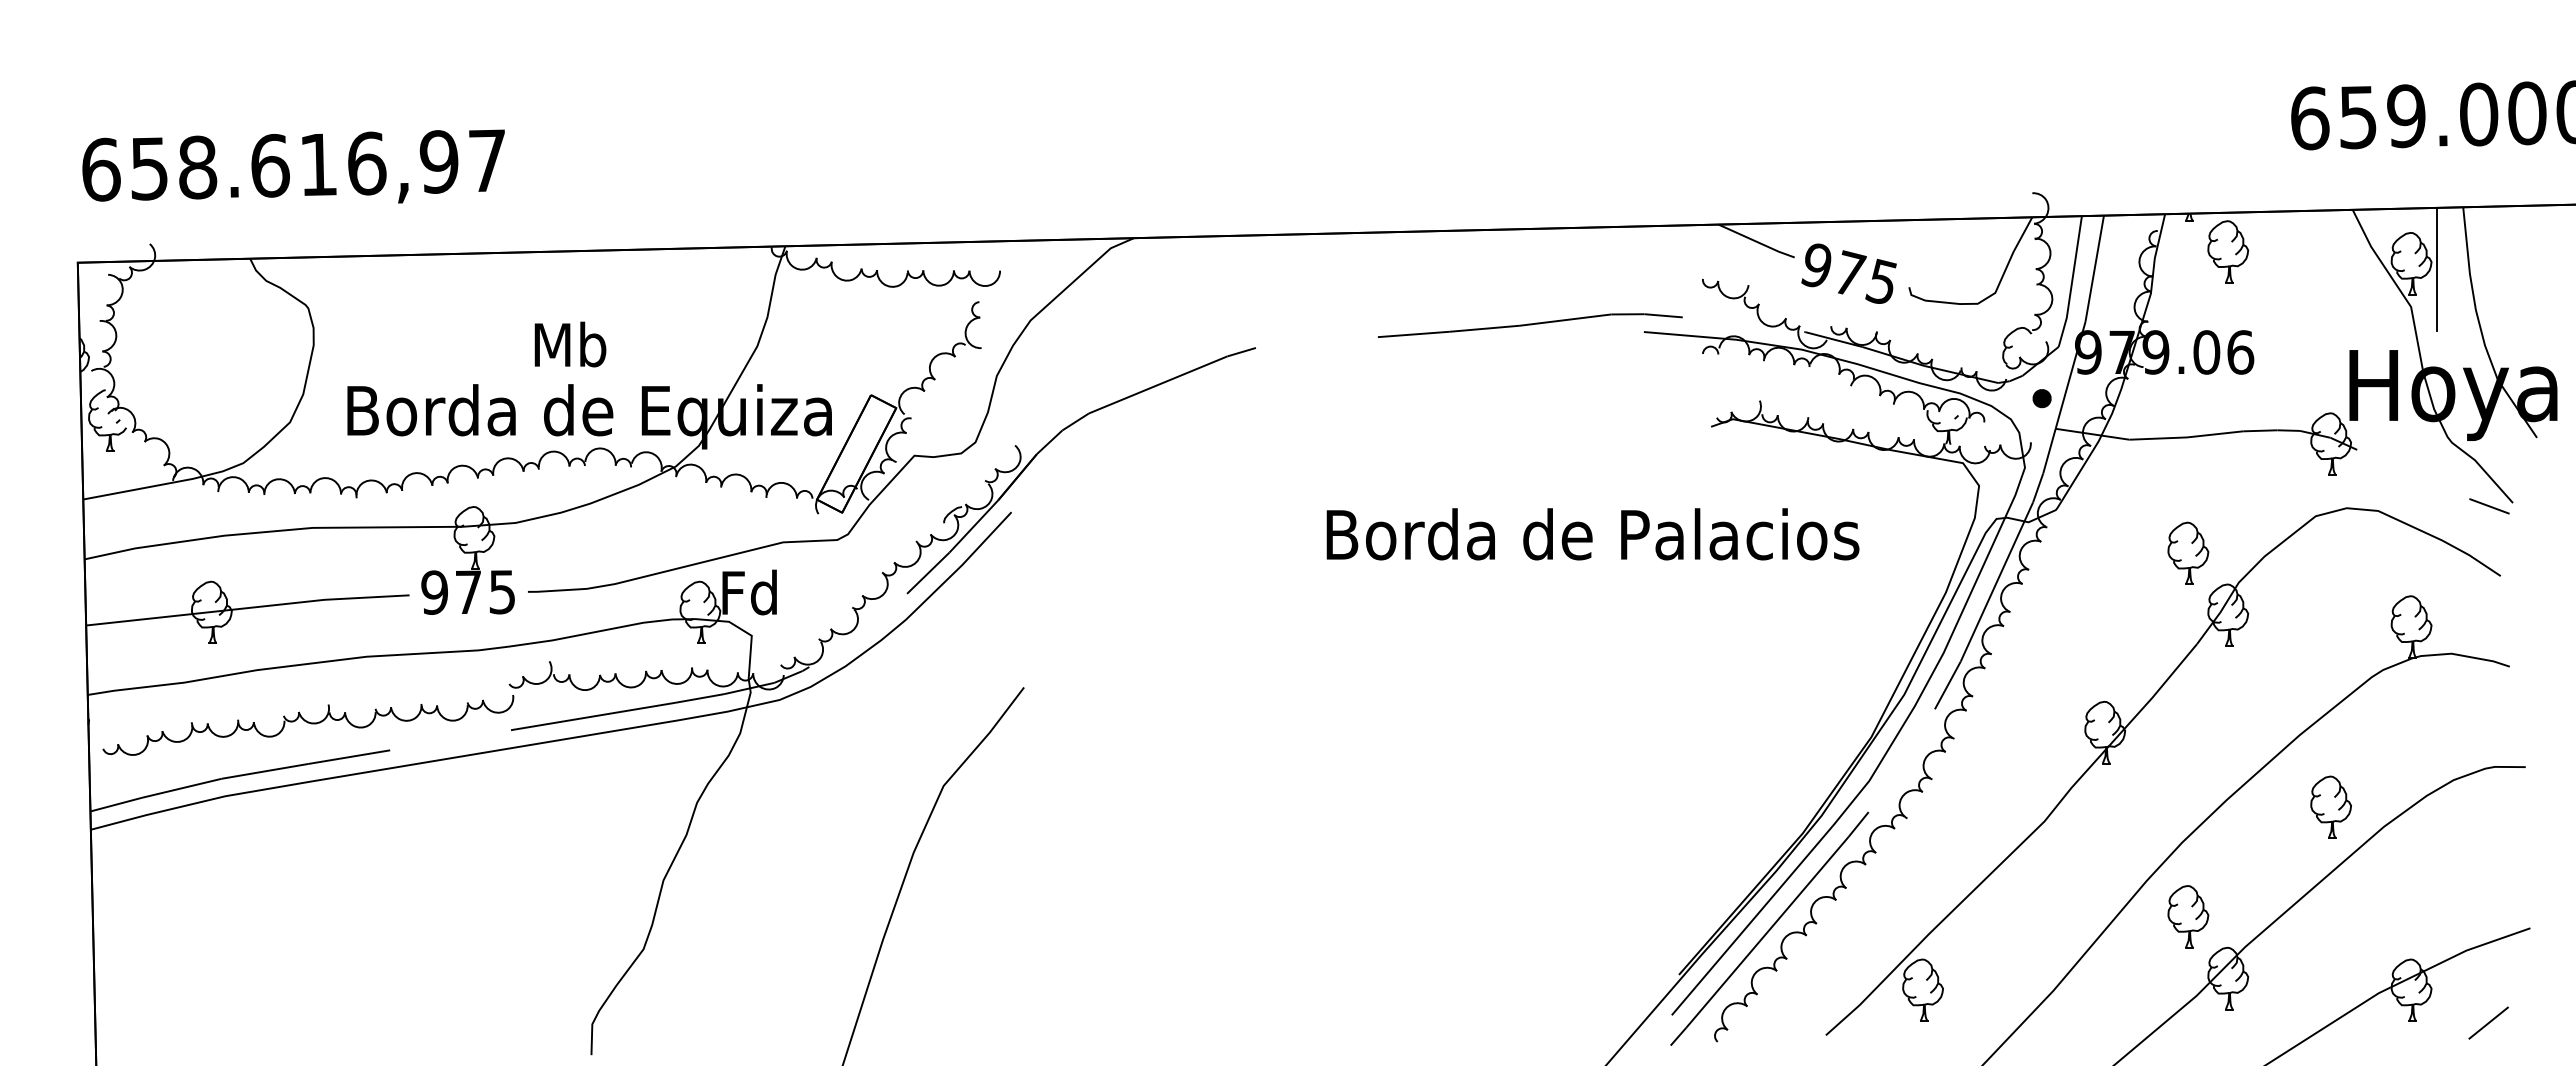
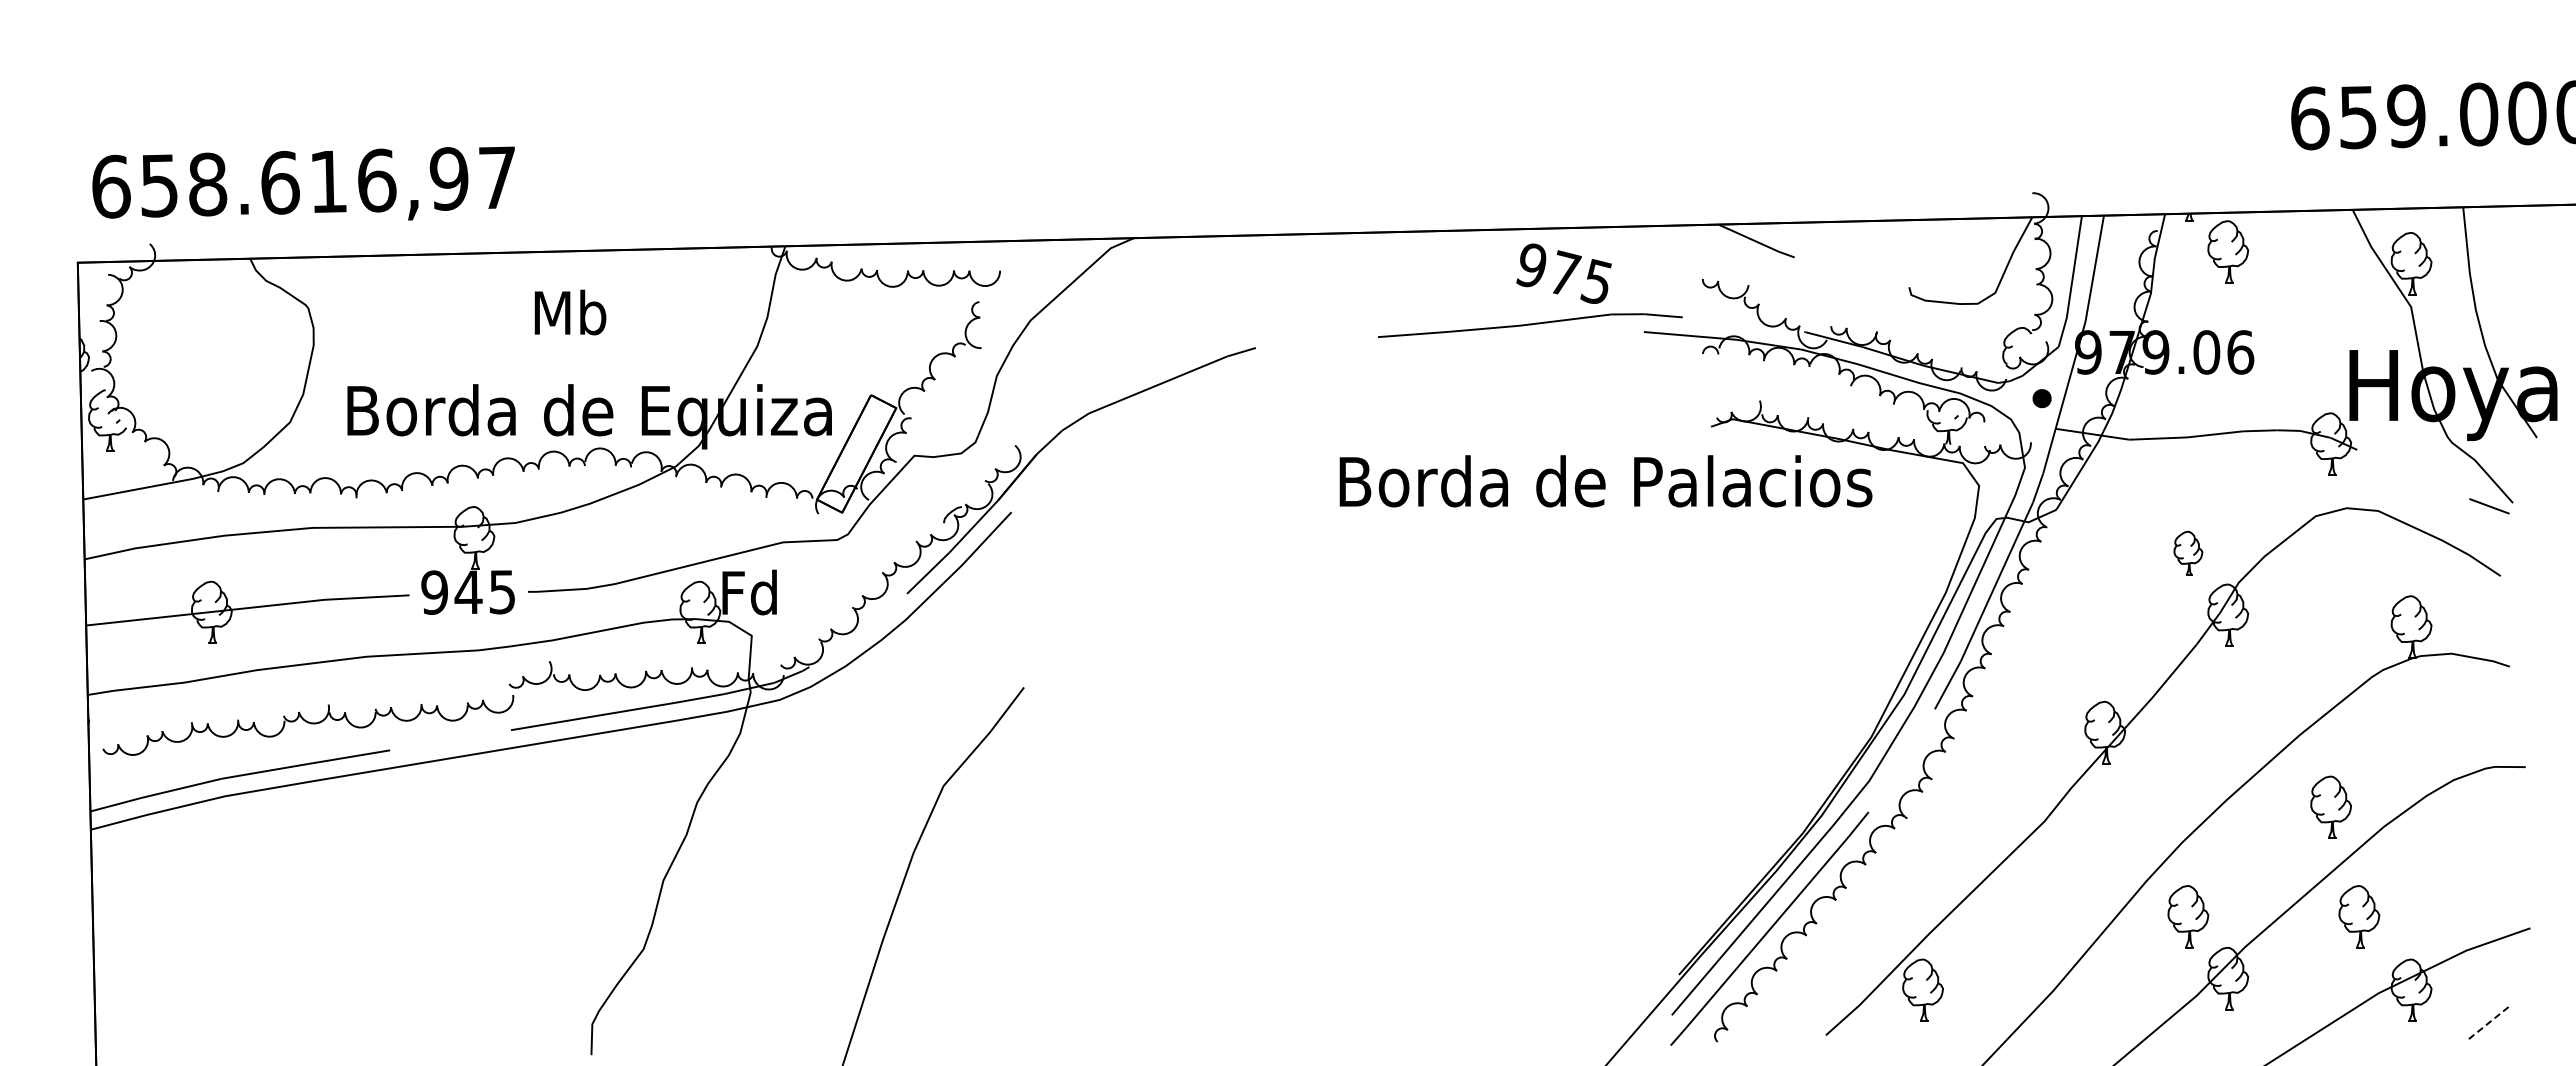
text at (293, 166) position: (293, 166) -> (303, 183)
line at (2436, 269): present -> none
text at (1848, 273) position: (1848, 273) -> (1563, 273)
text at (570, 344) position: (570, 344) -> (570, 312)
text at (1592, 534) position: (1592, 534) -> (1605, 481)
part at (2188, 552) size: 43x64 px -> 31x46 px
text at (468, 591): 975 -> 945
part at (2359, 916): none -> present
line at (2488, 1023): solid -> dashed
